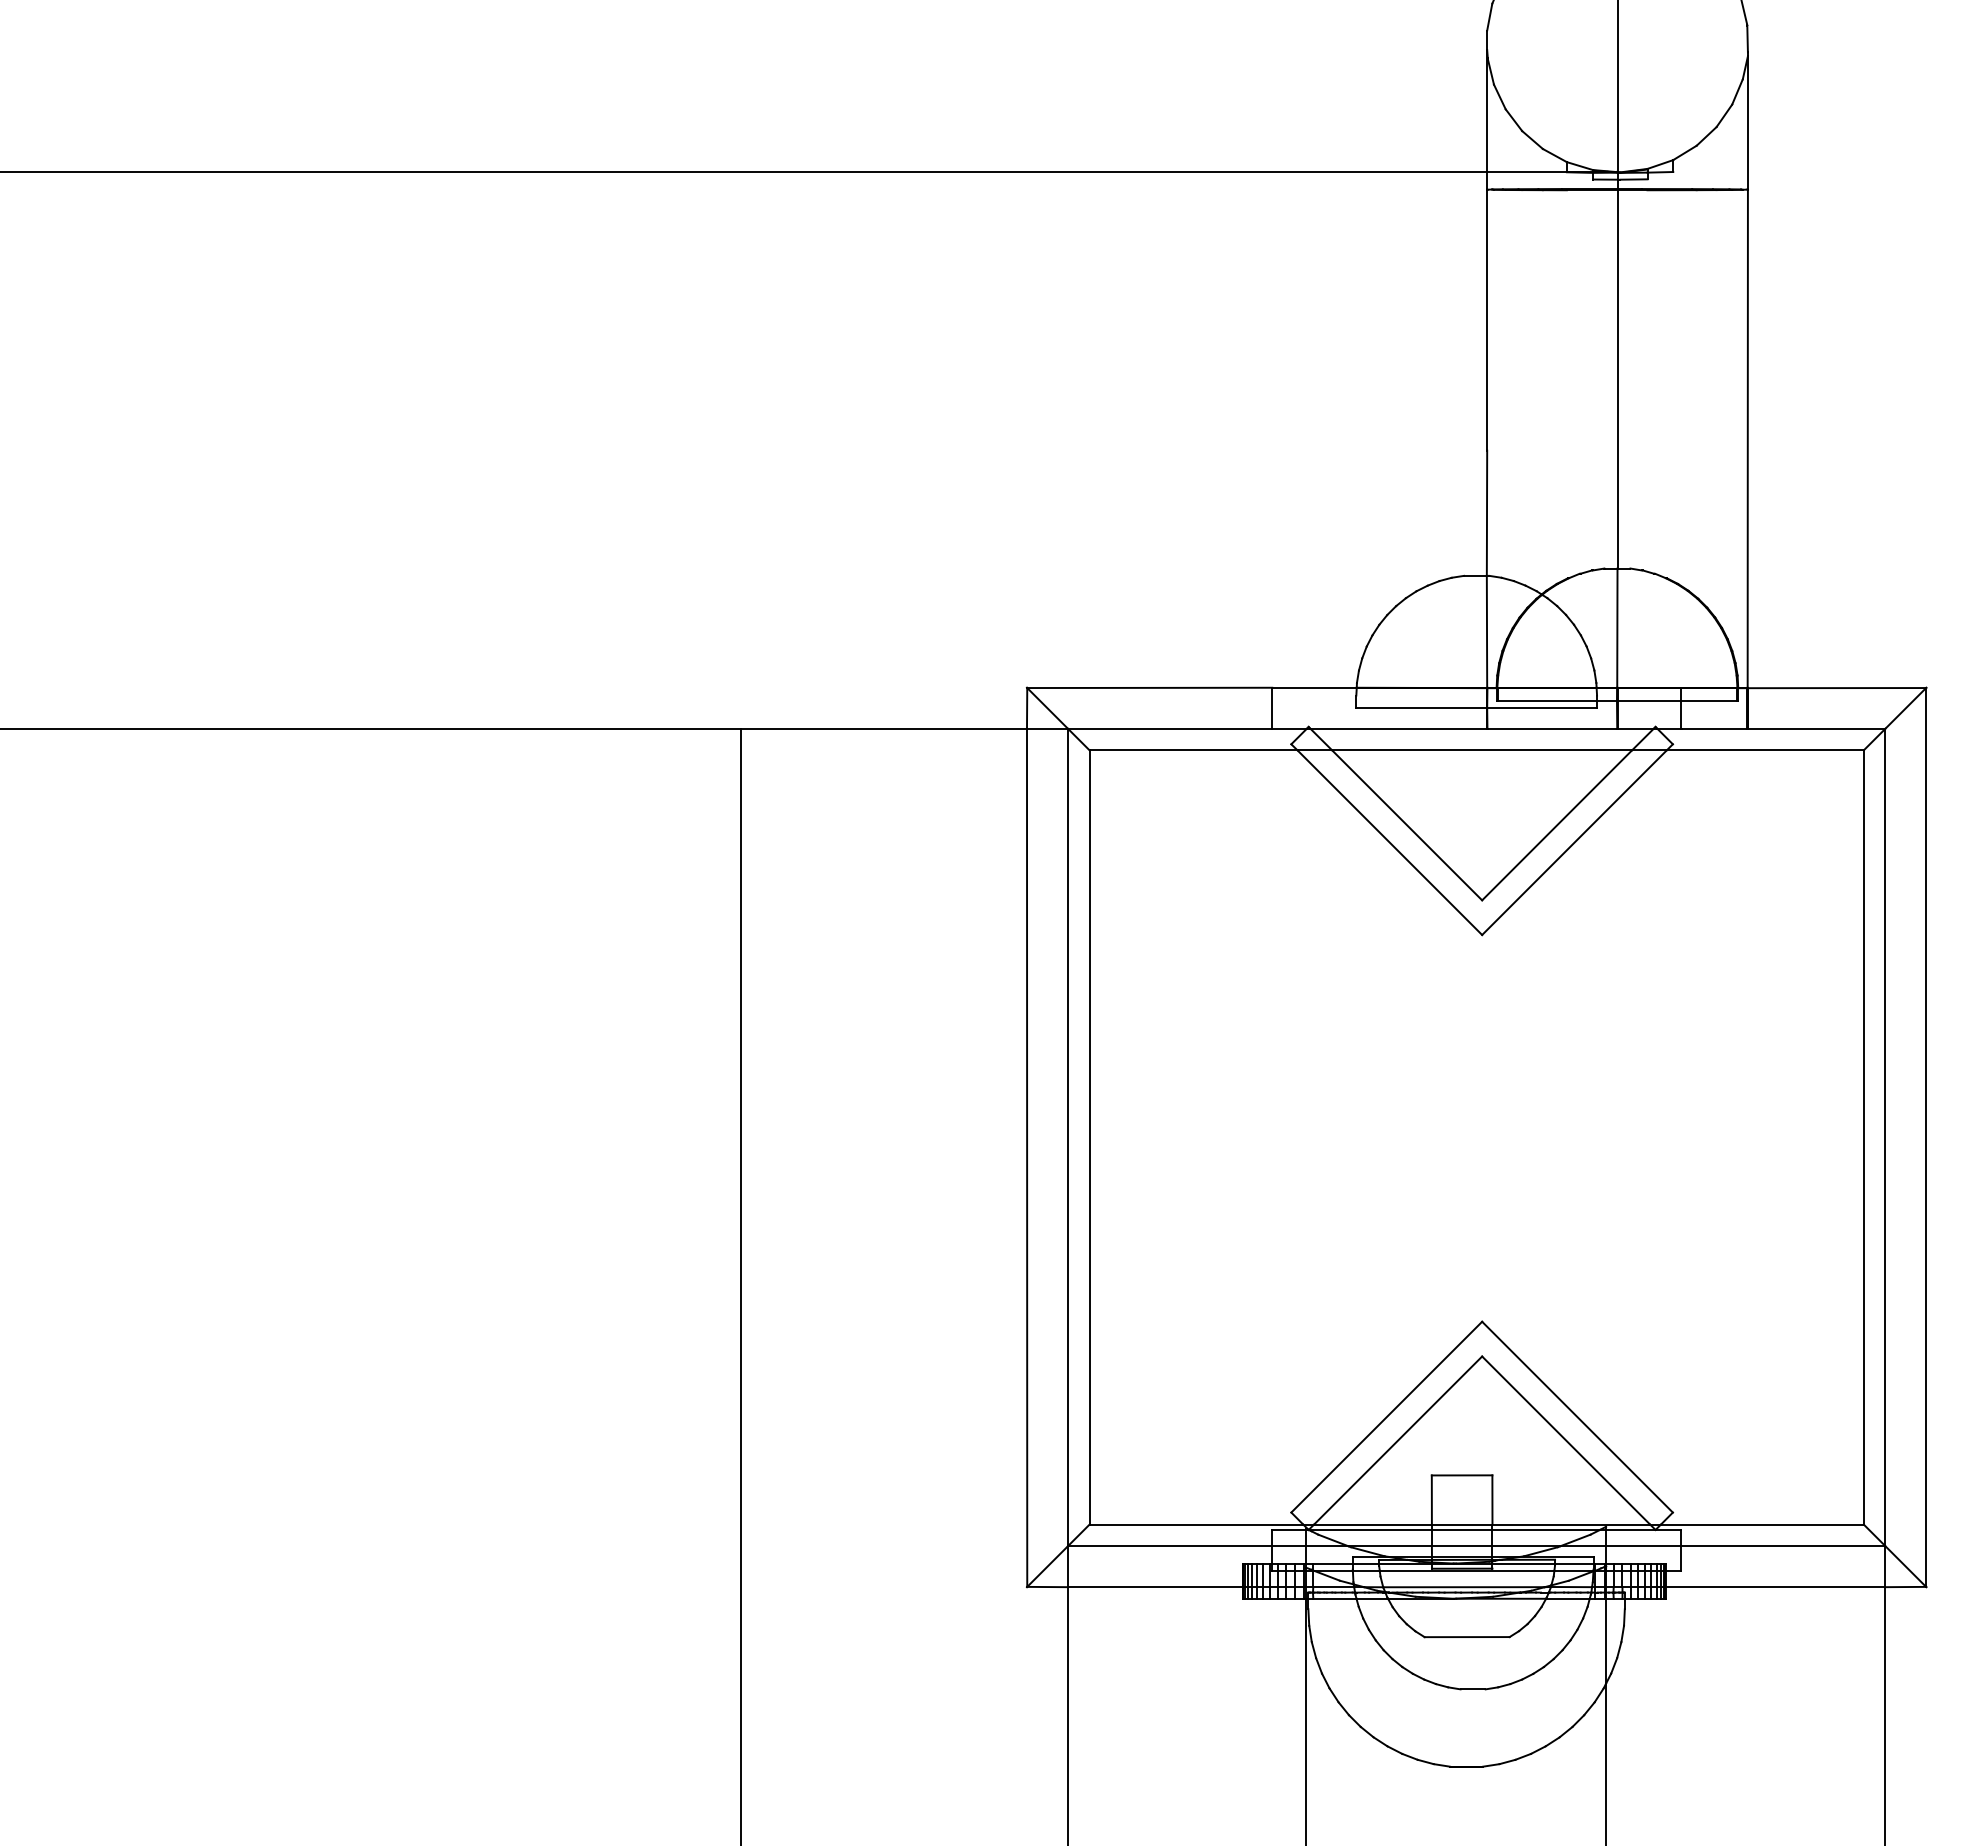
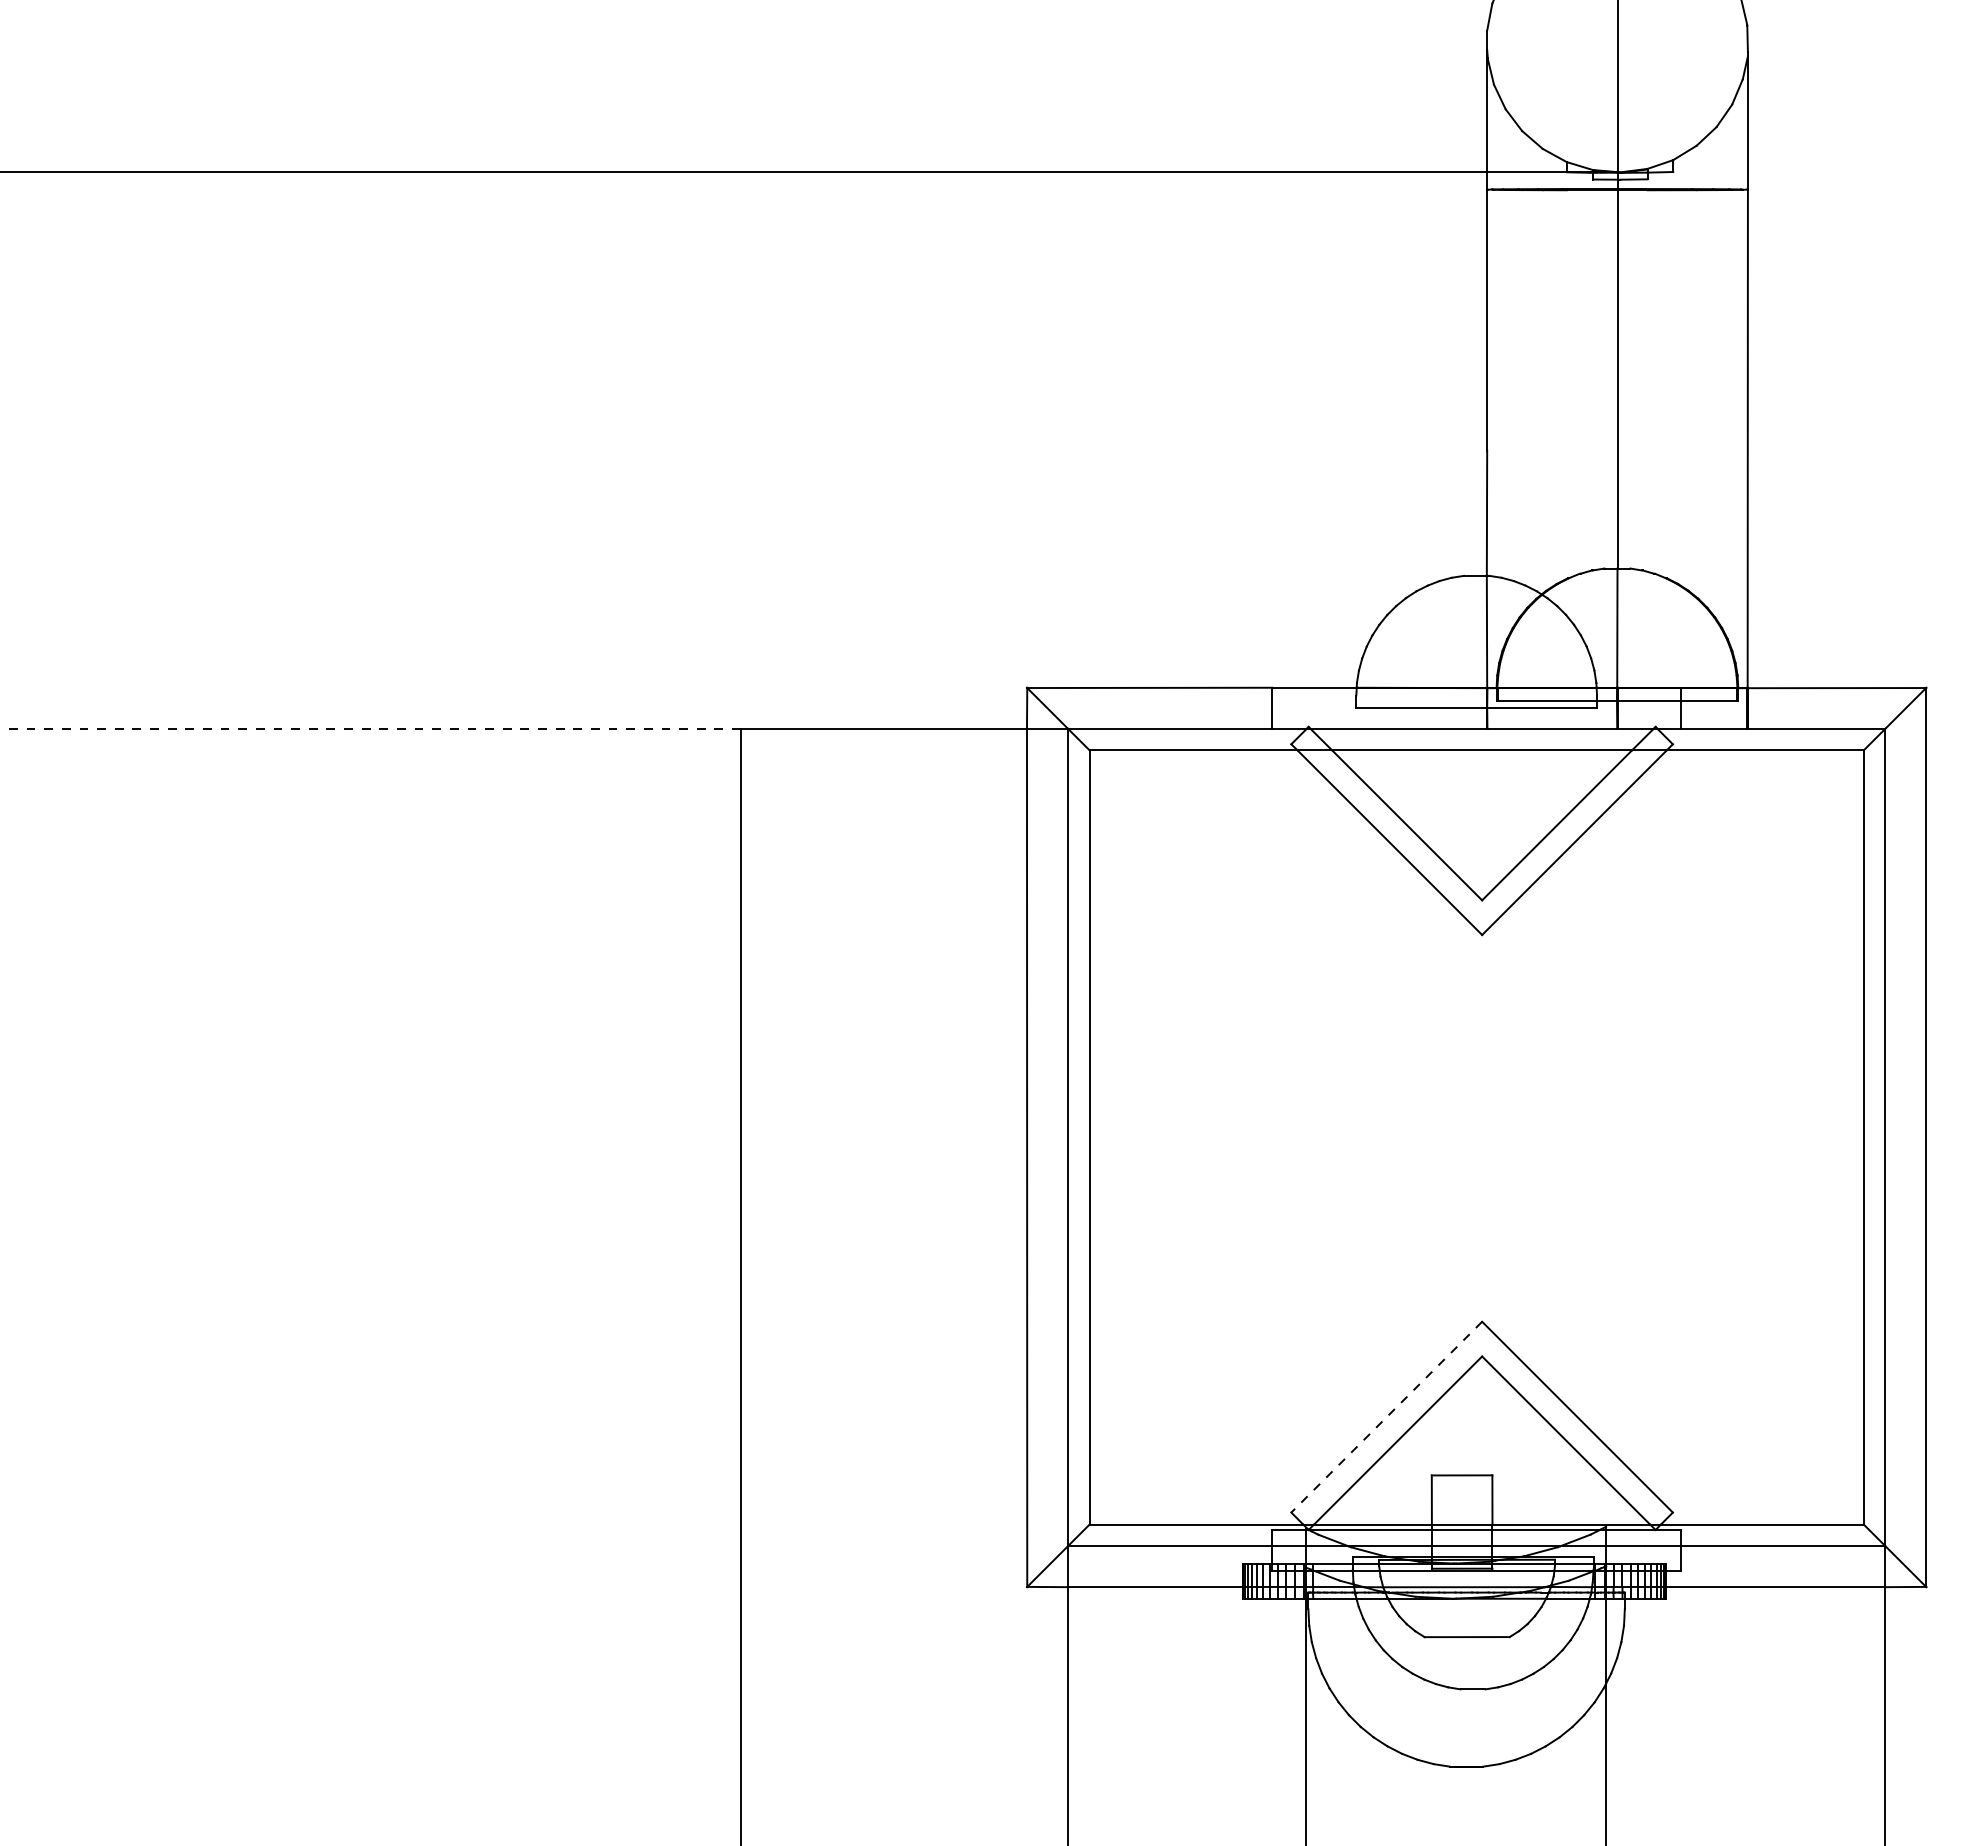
line at (370, 728): solid -> dashed
line at (1386, 1417): solid -> dashed
